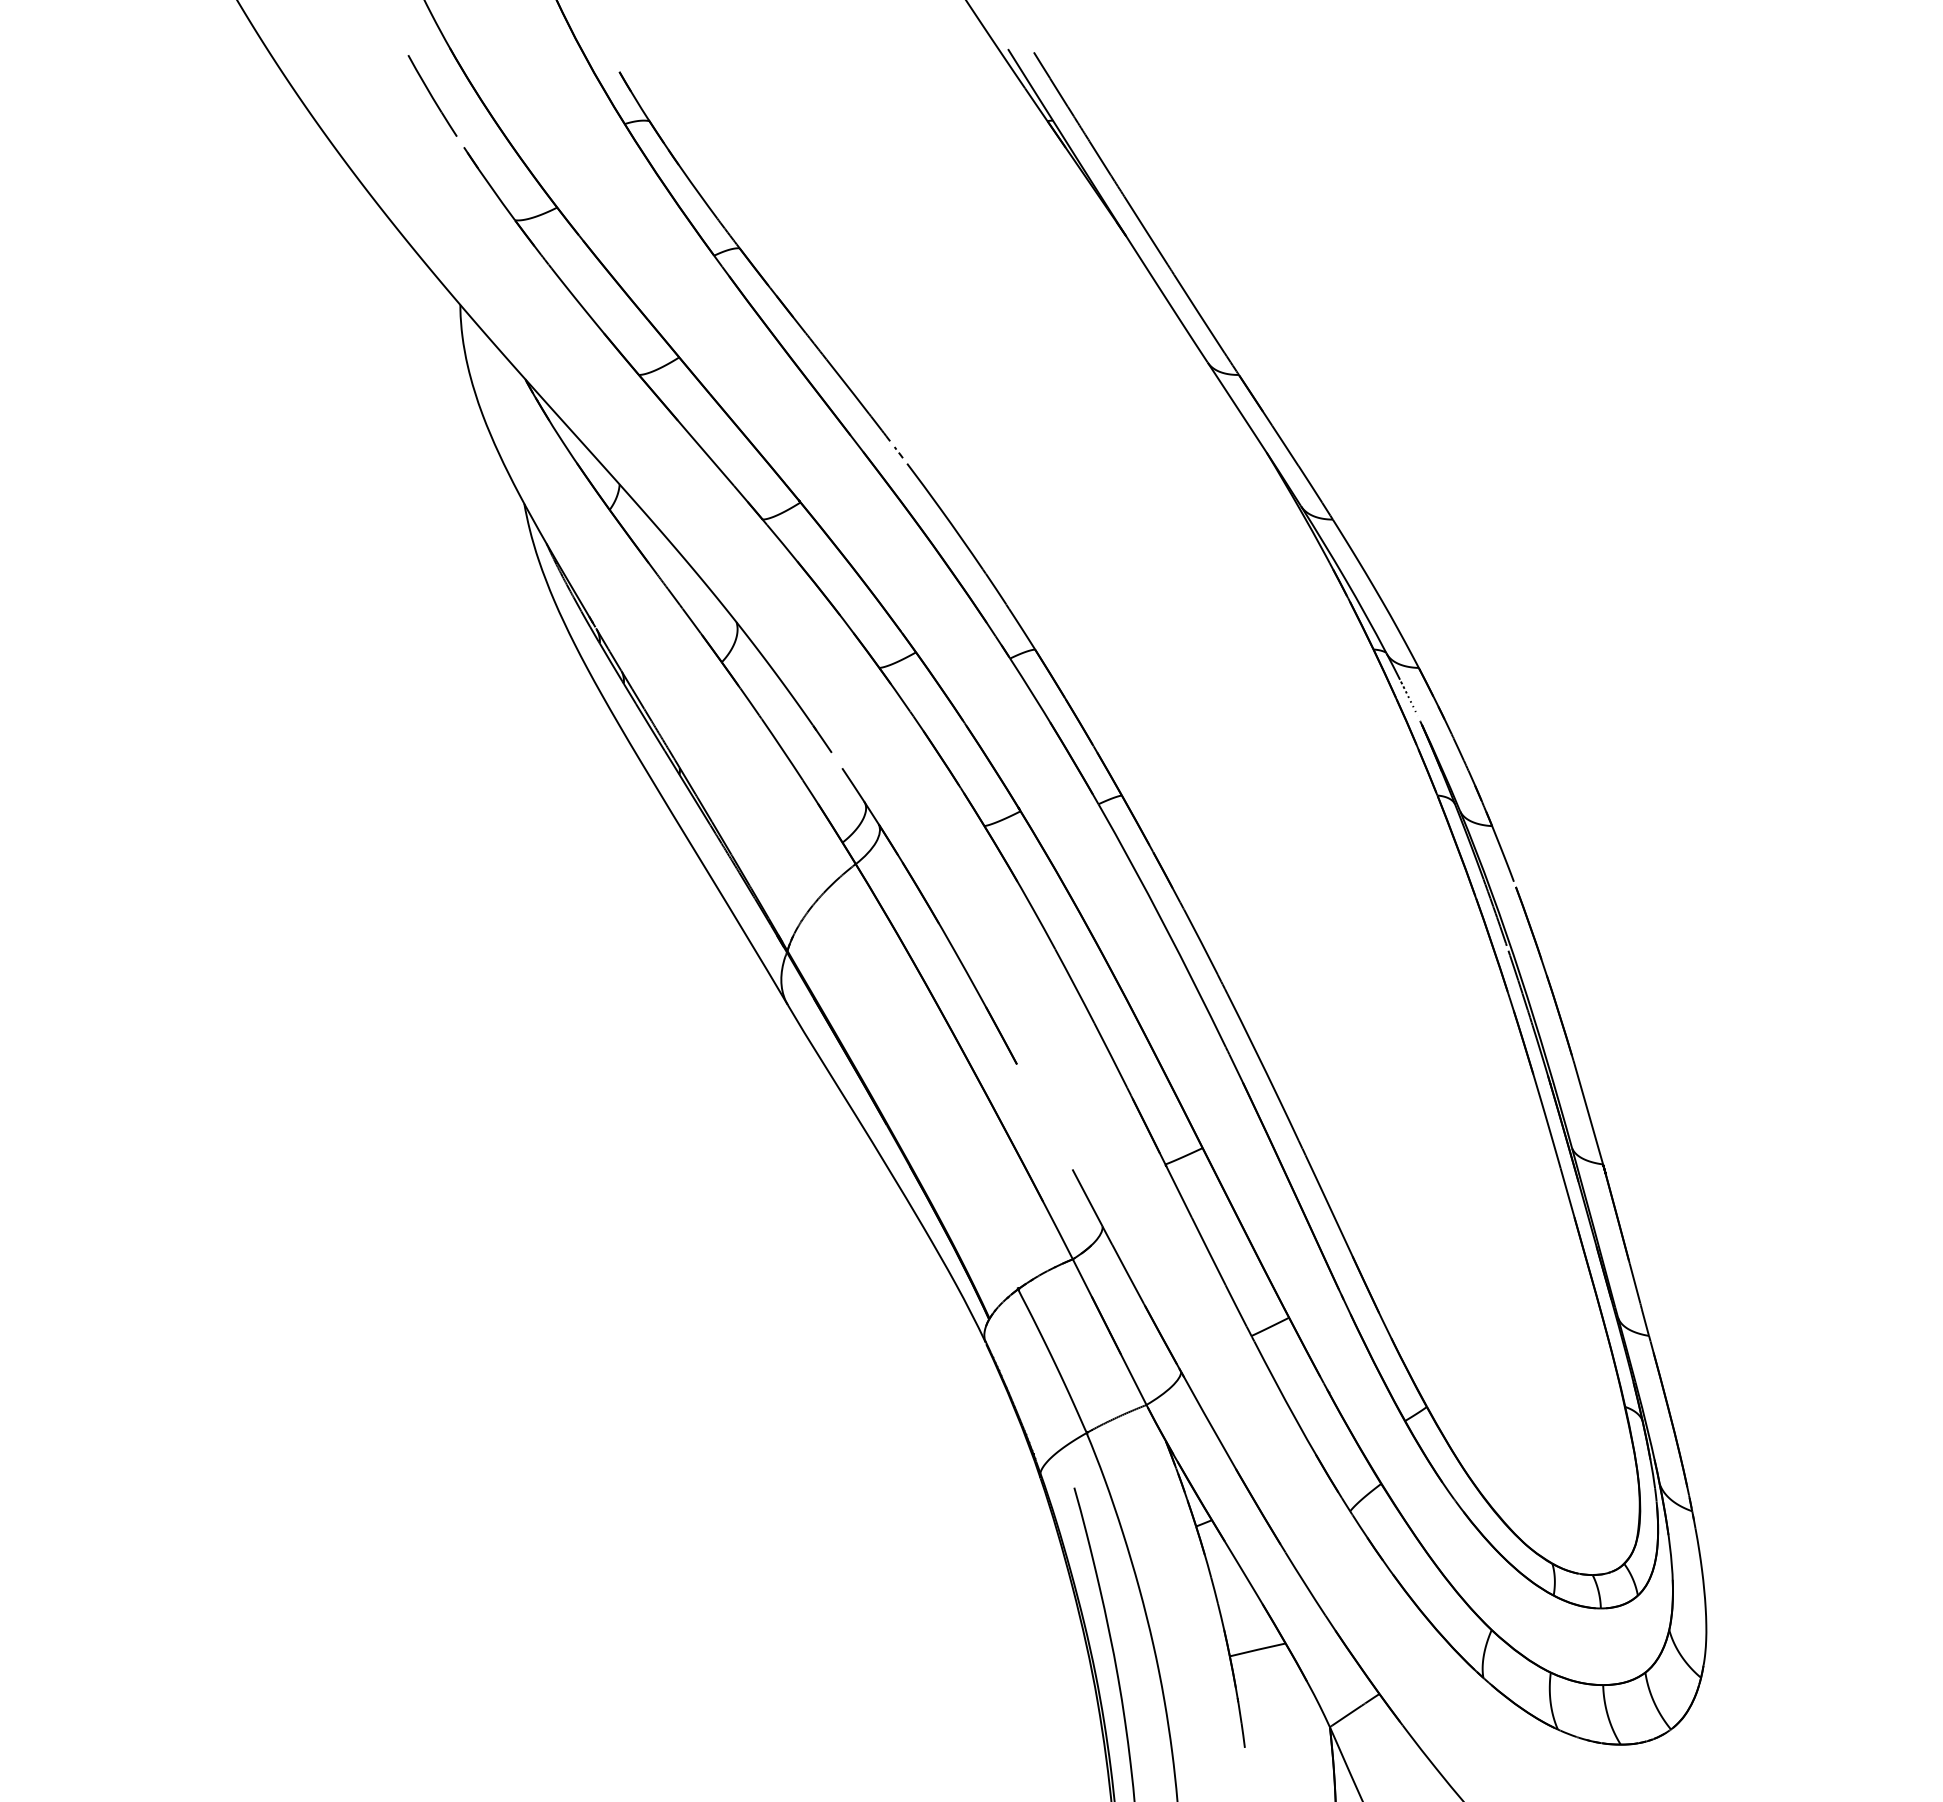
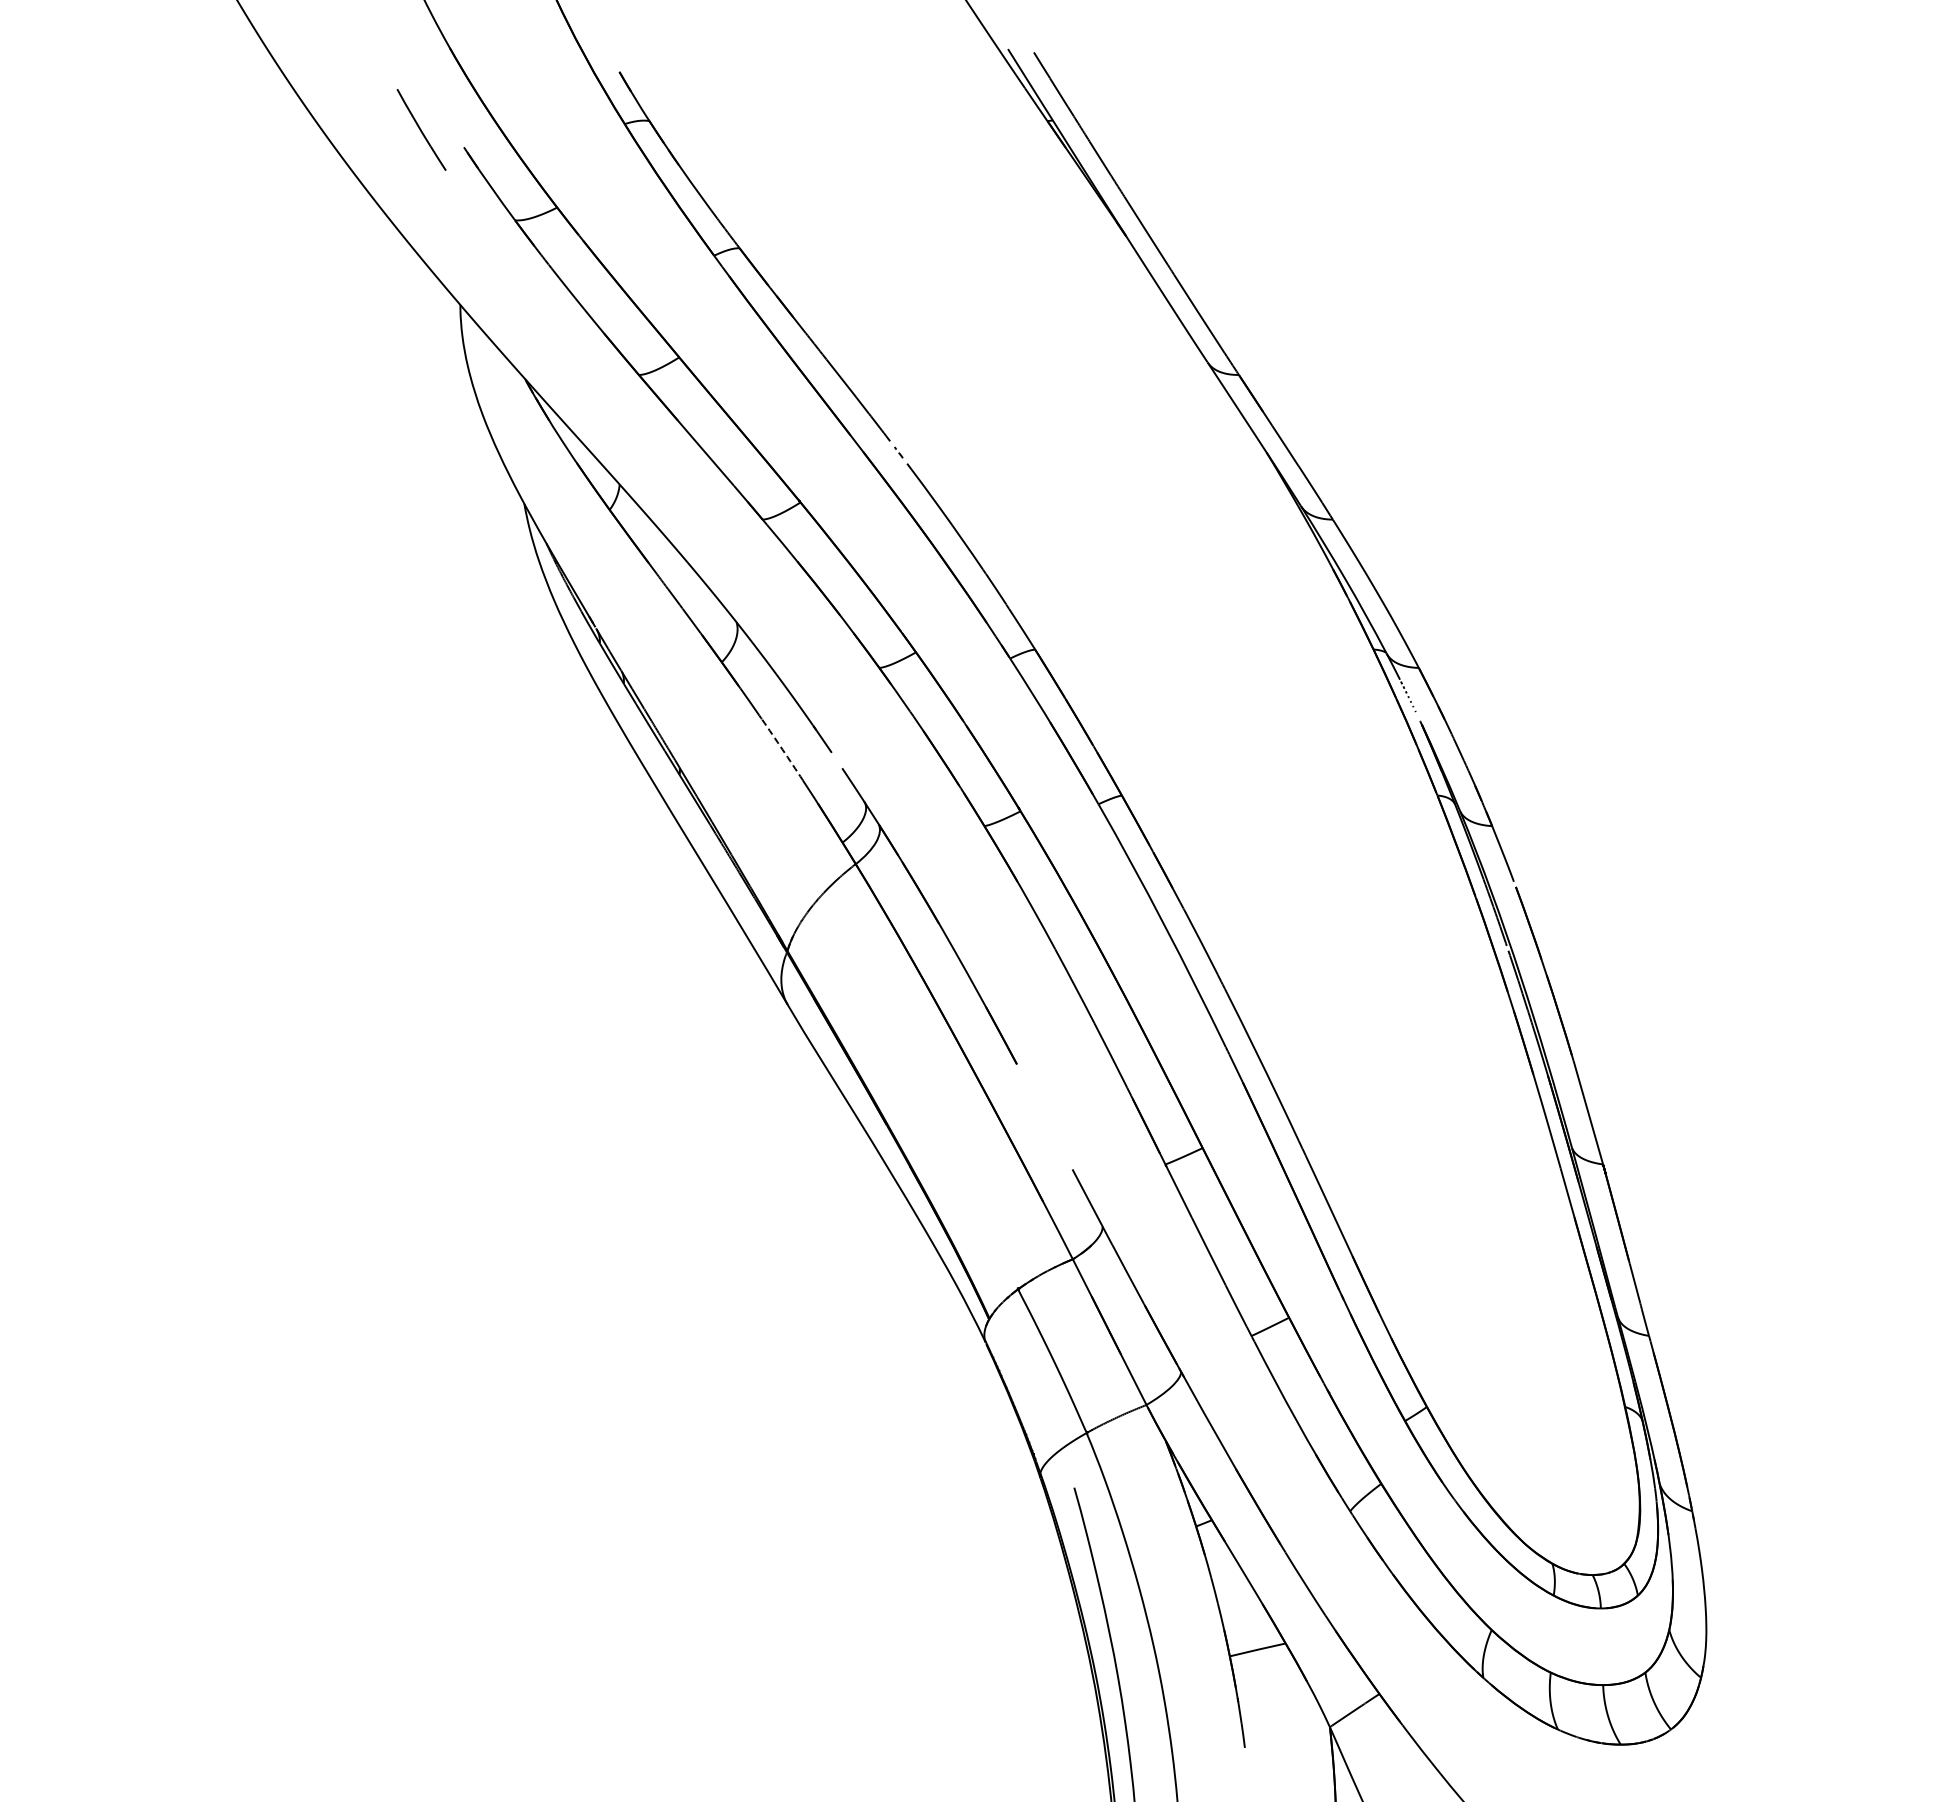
part at (432, 95) position: (432, 95) -> (421, 129)
arc at (782, 749): solid -> dashed
